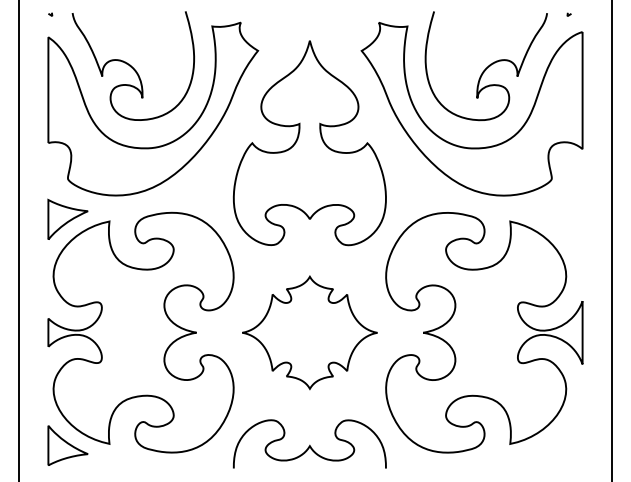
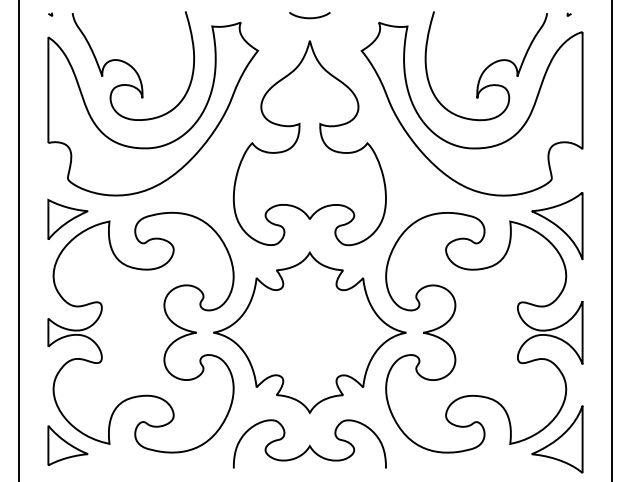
curve at (309, 17): none -> present
part at (557, 225): none -> present
part at (309, 332) size: 136x116 px -> 194x164 px
part at (557, 439): none -> present
